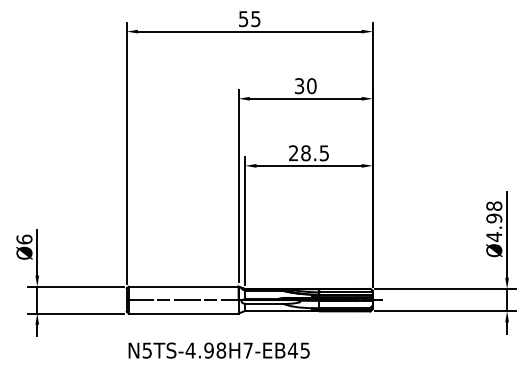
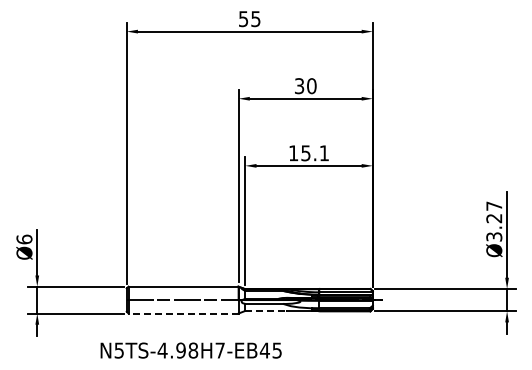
text at (308, 153): 28.5 -> 15.1
text at (494, 221): Ø4.98 -> Ø3.27
line at (266, 310): solid -> dashed
line at (183, 313): solid -> dashed
text at (218, 350) position: (218, 350) -> (190, 350)
